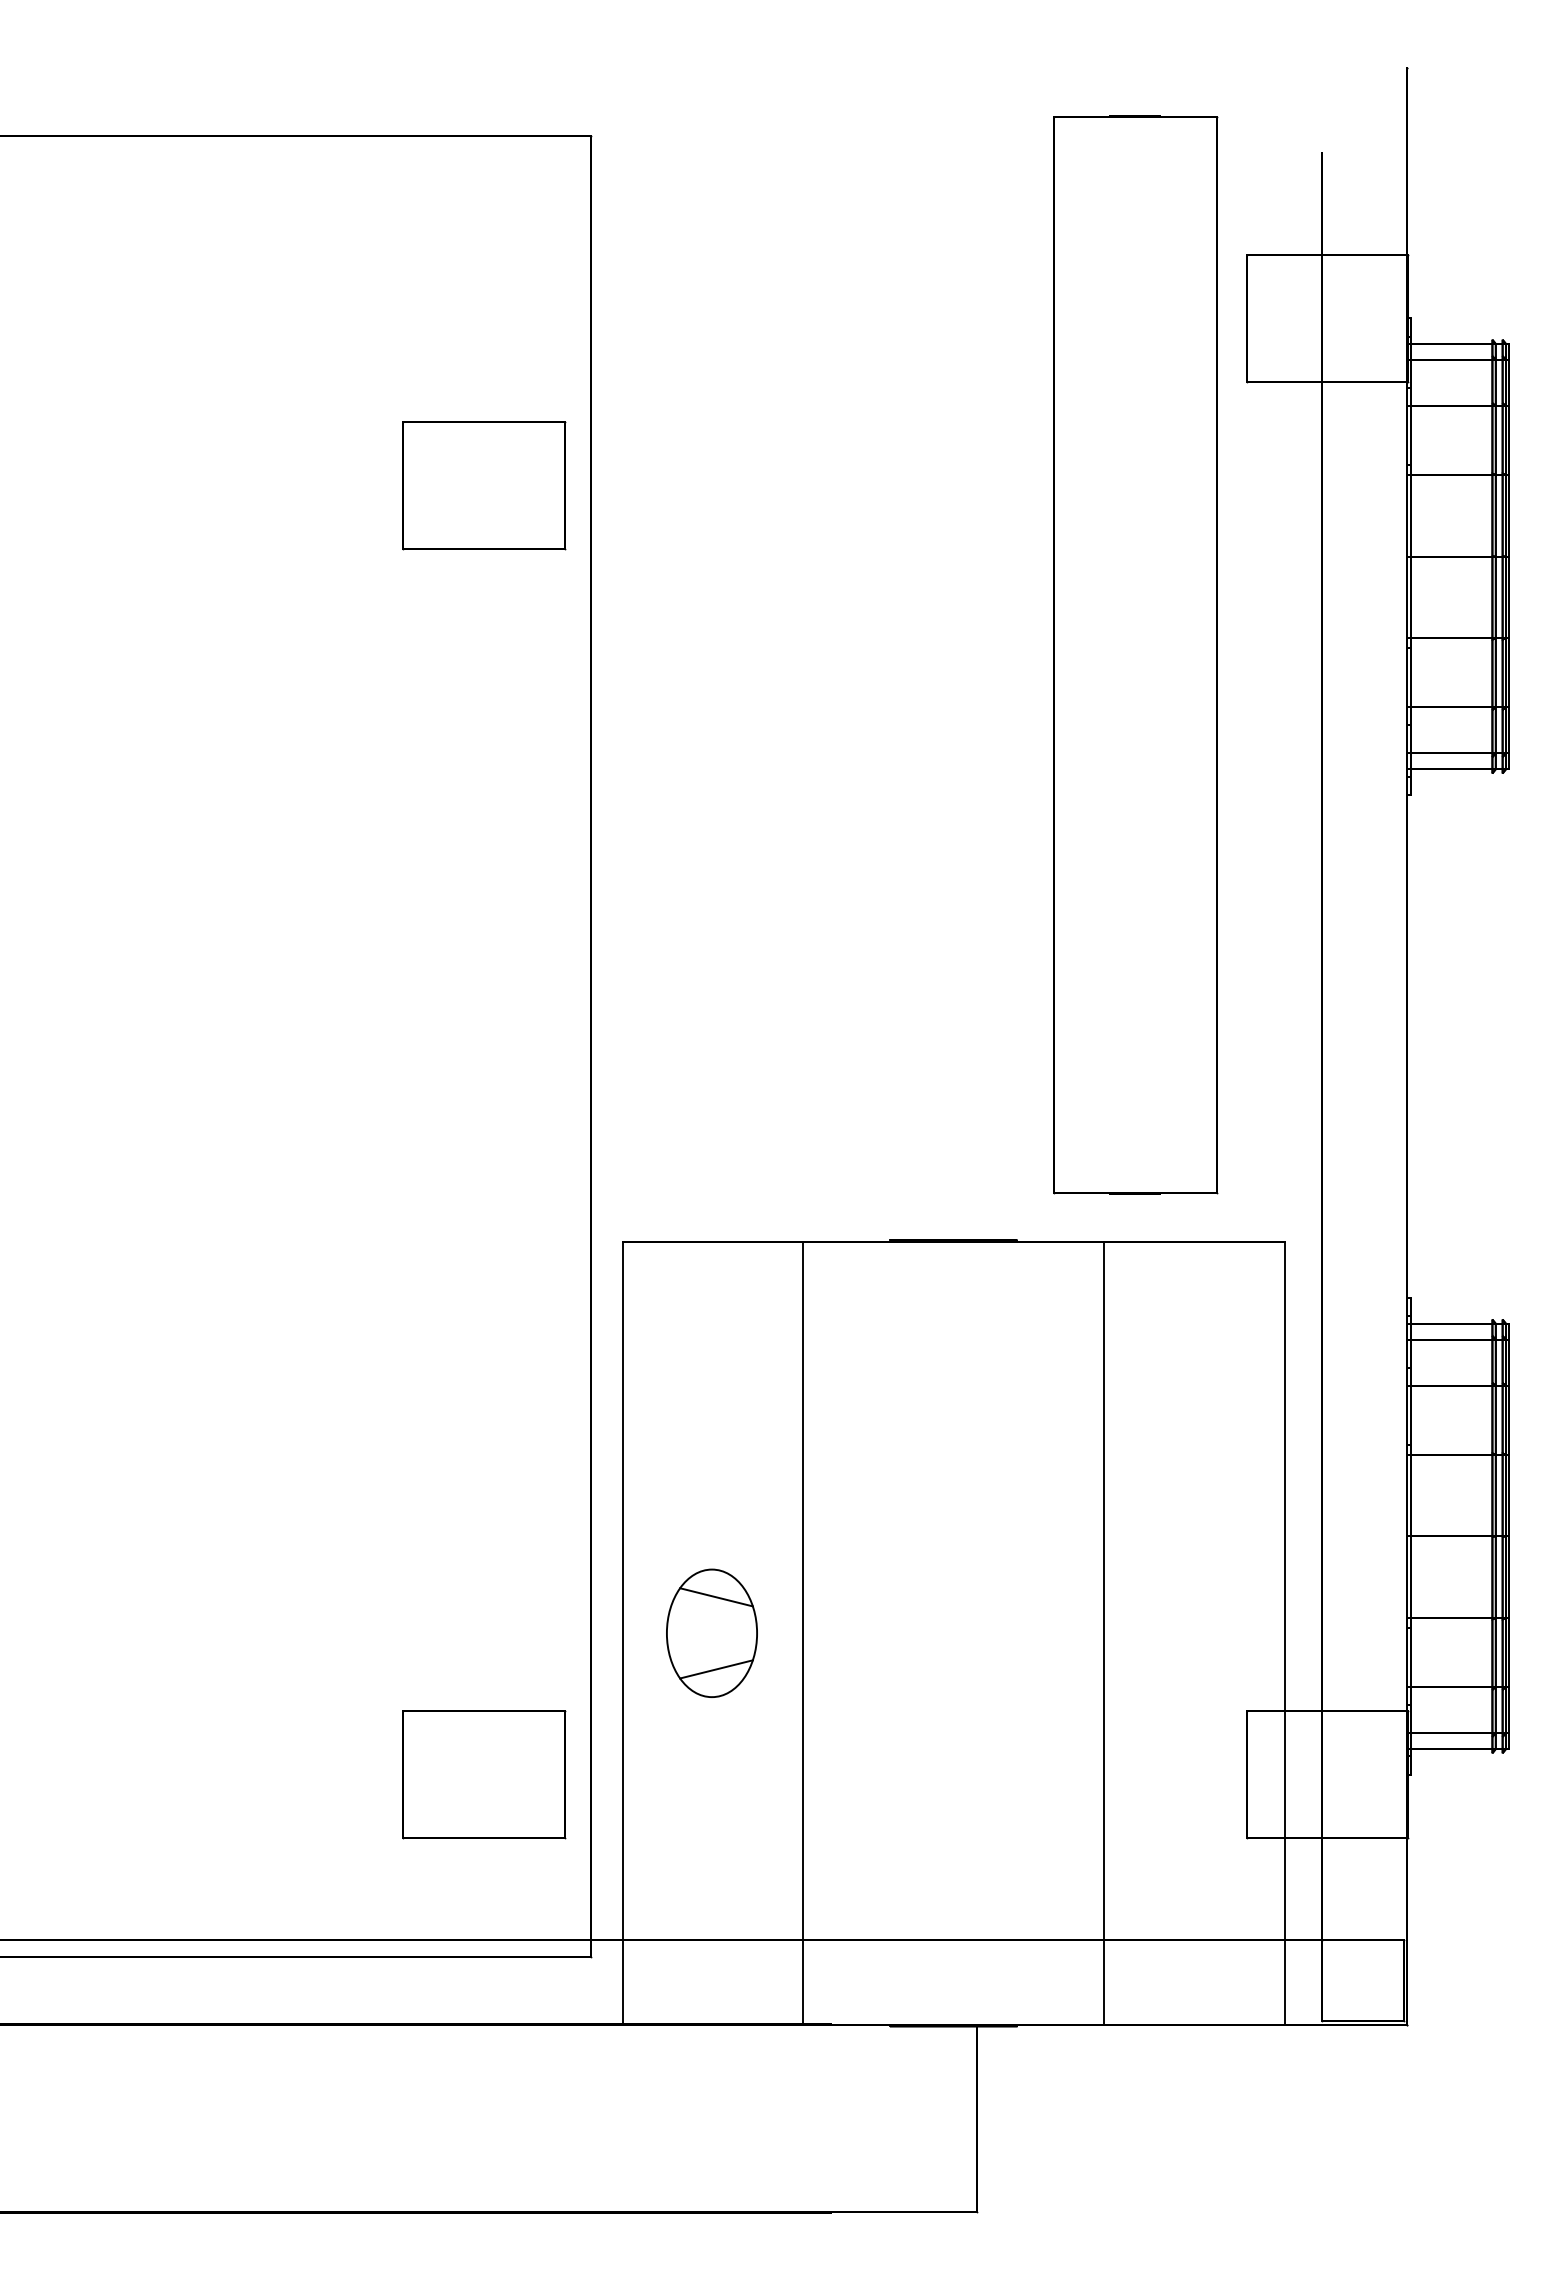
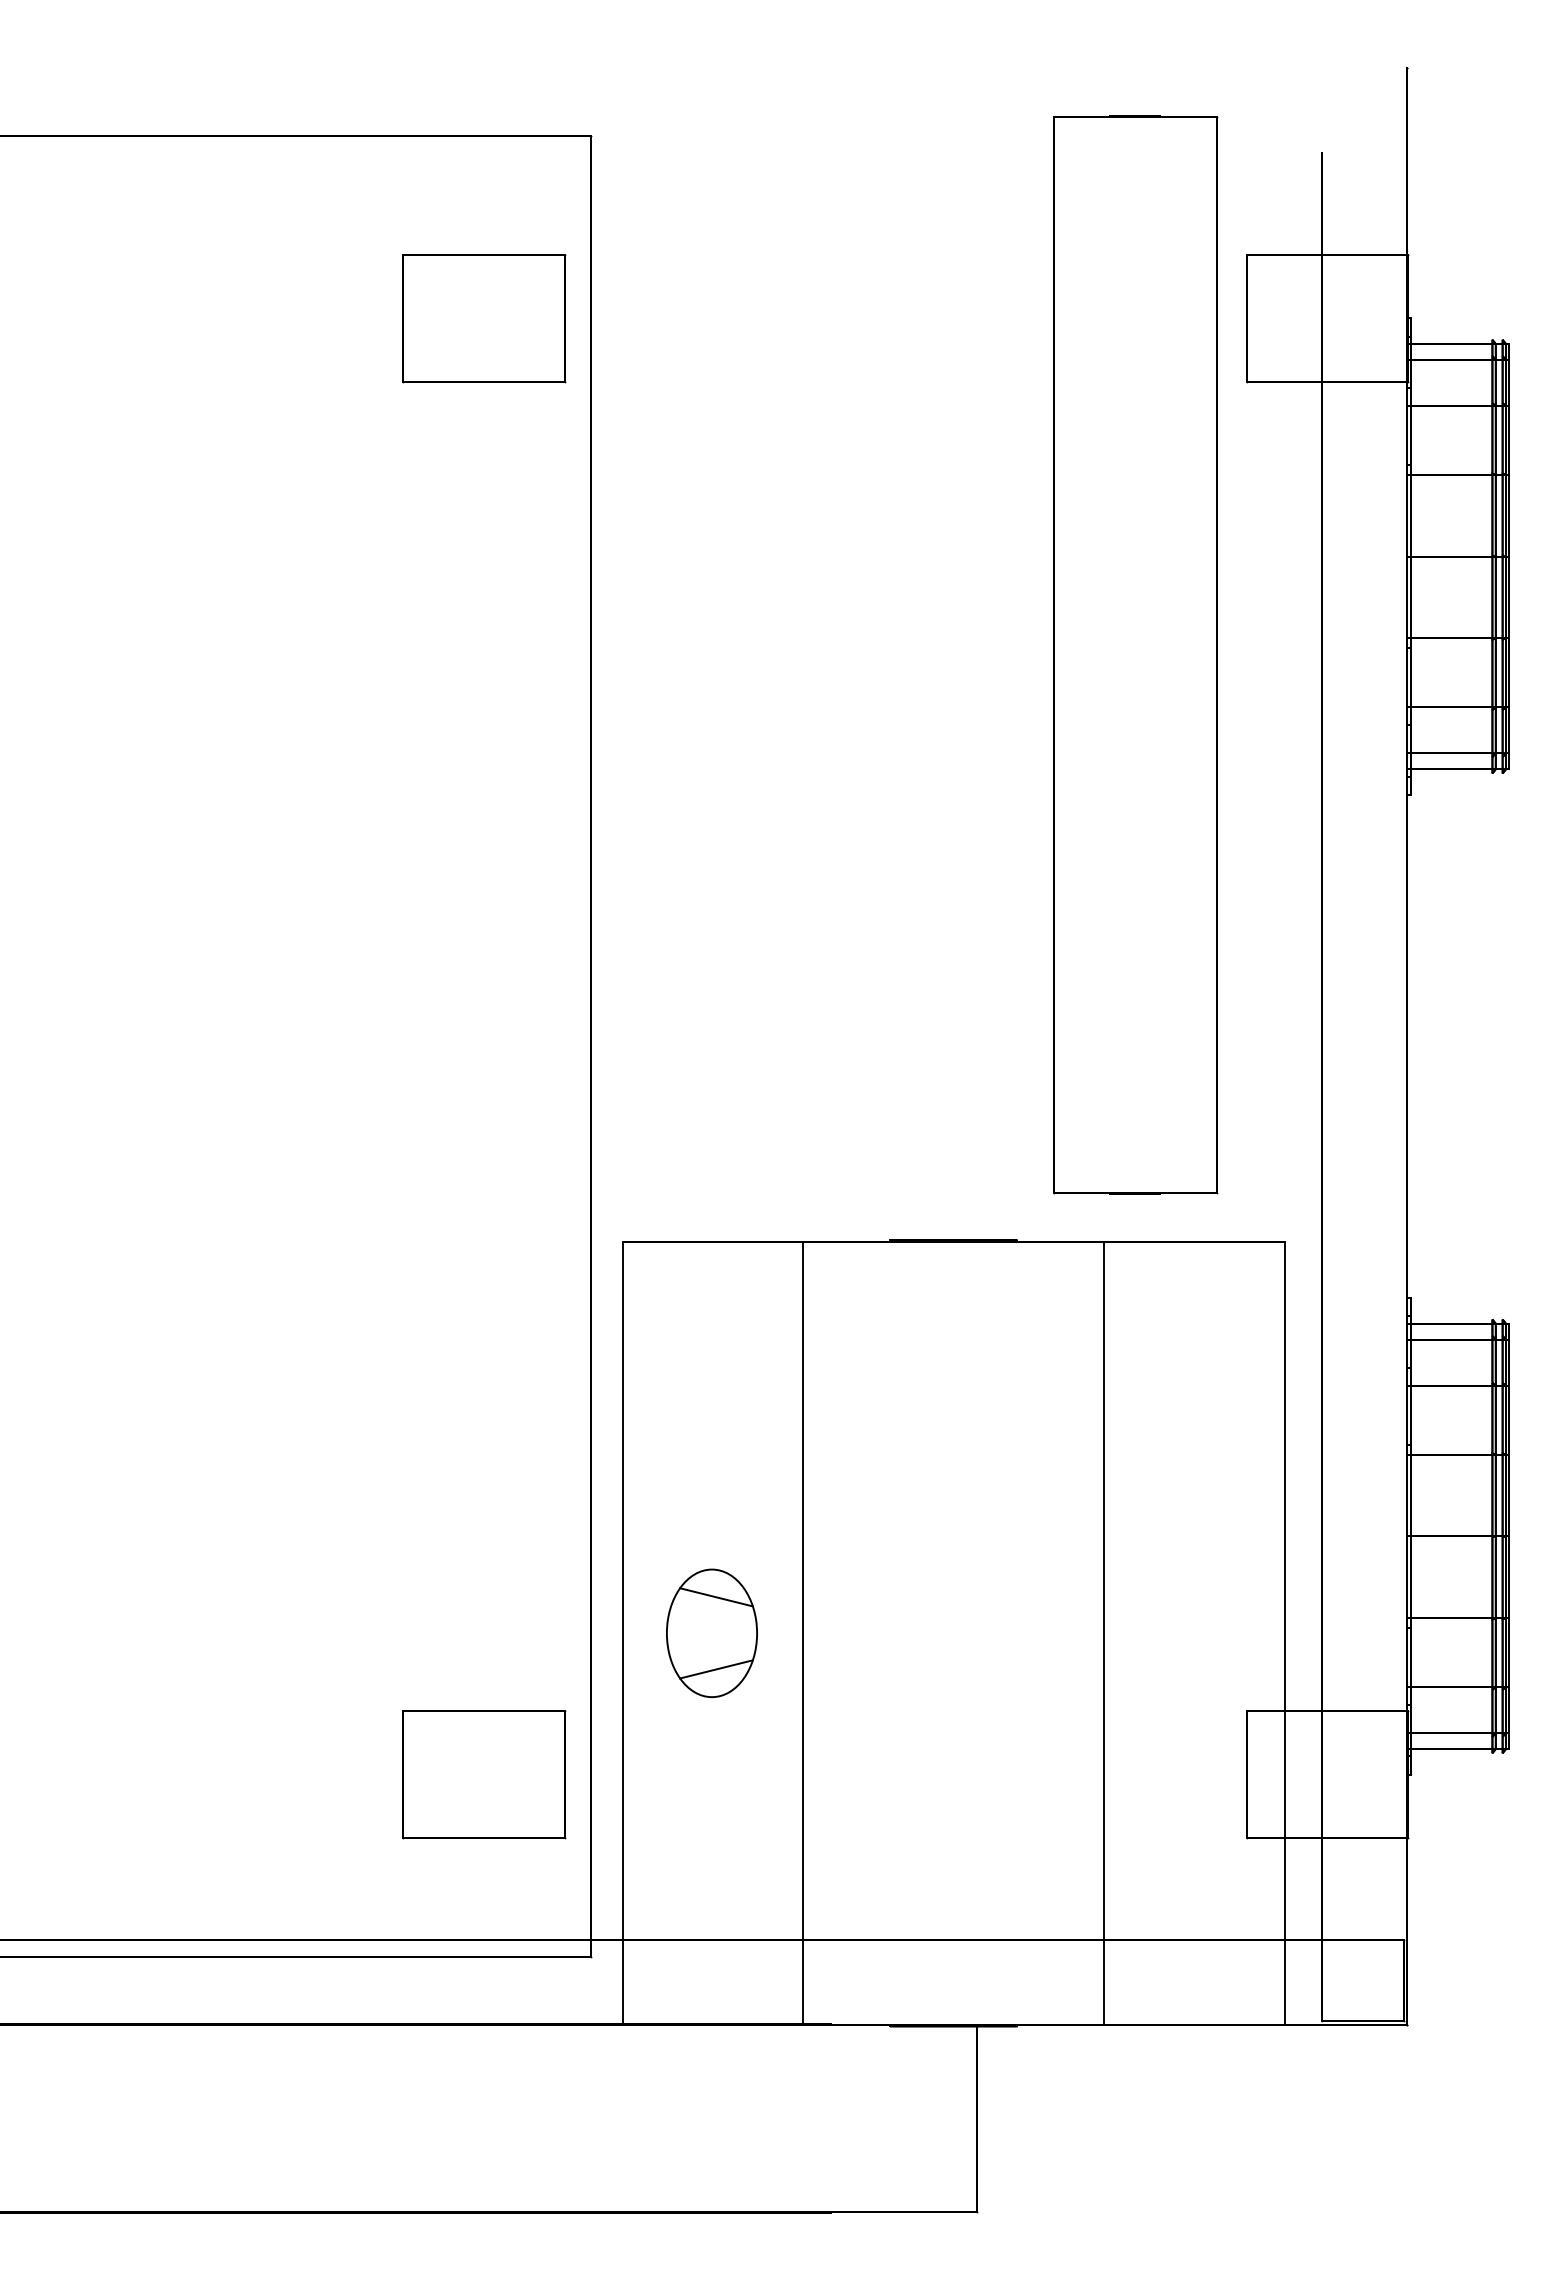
part at (484, 485) position: (484, 485) -> (484, 318)
